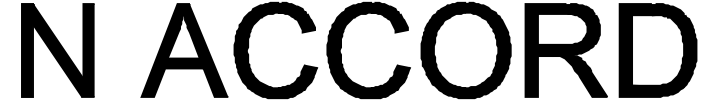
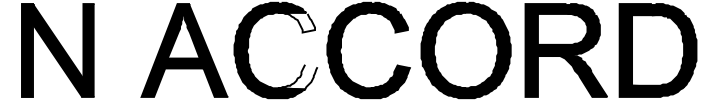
fill at (296, 22): present -> none
fill at (297, 76): present -> none
